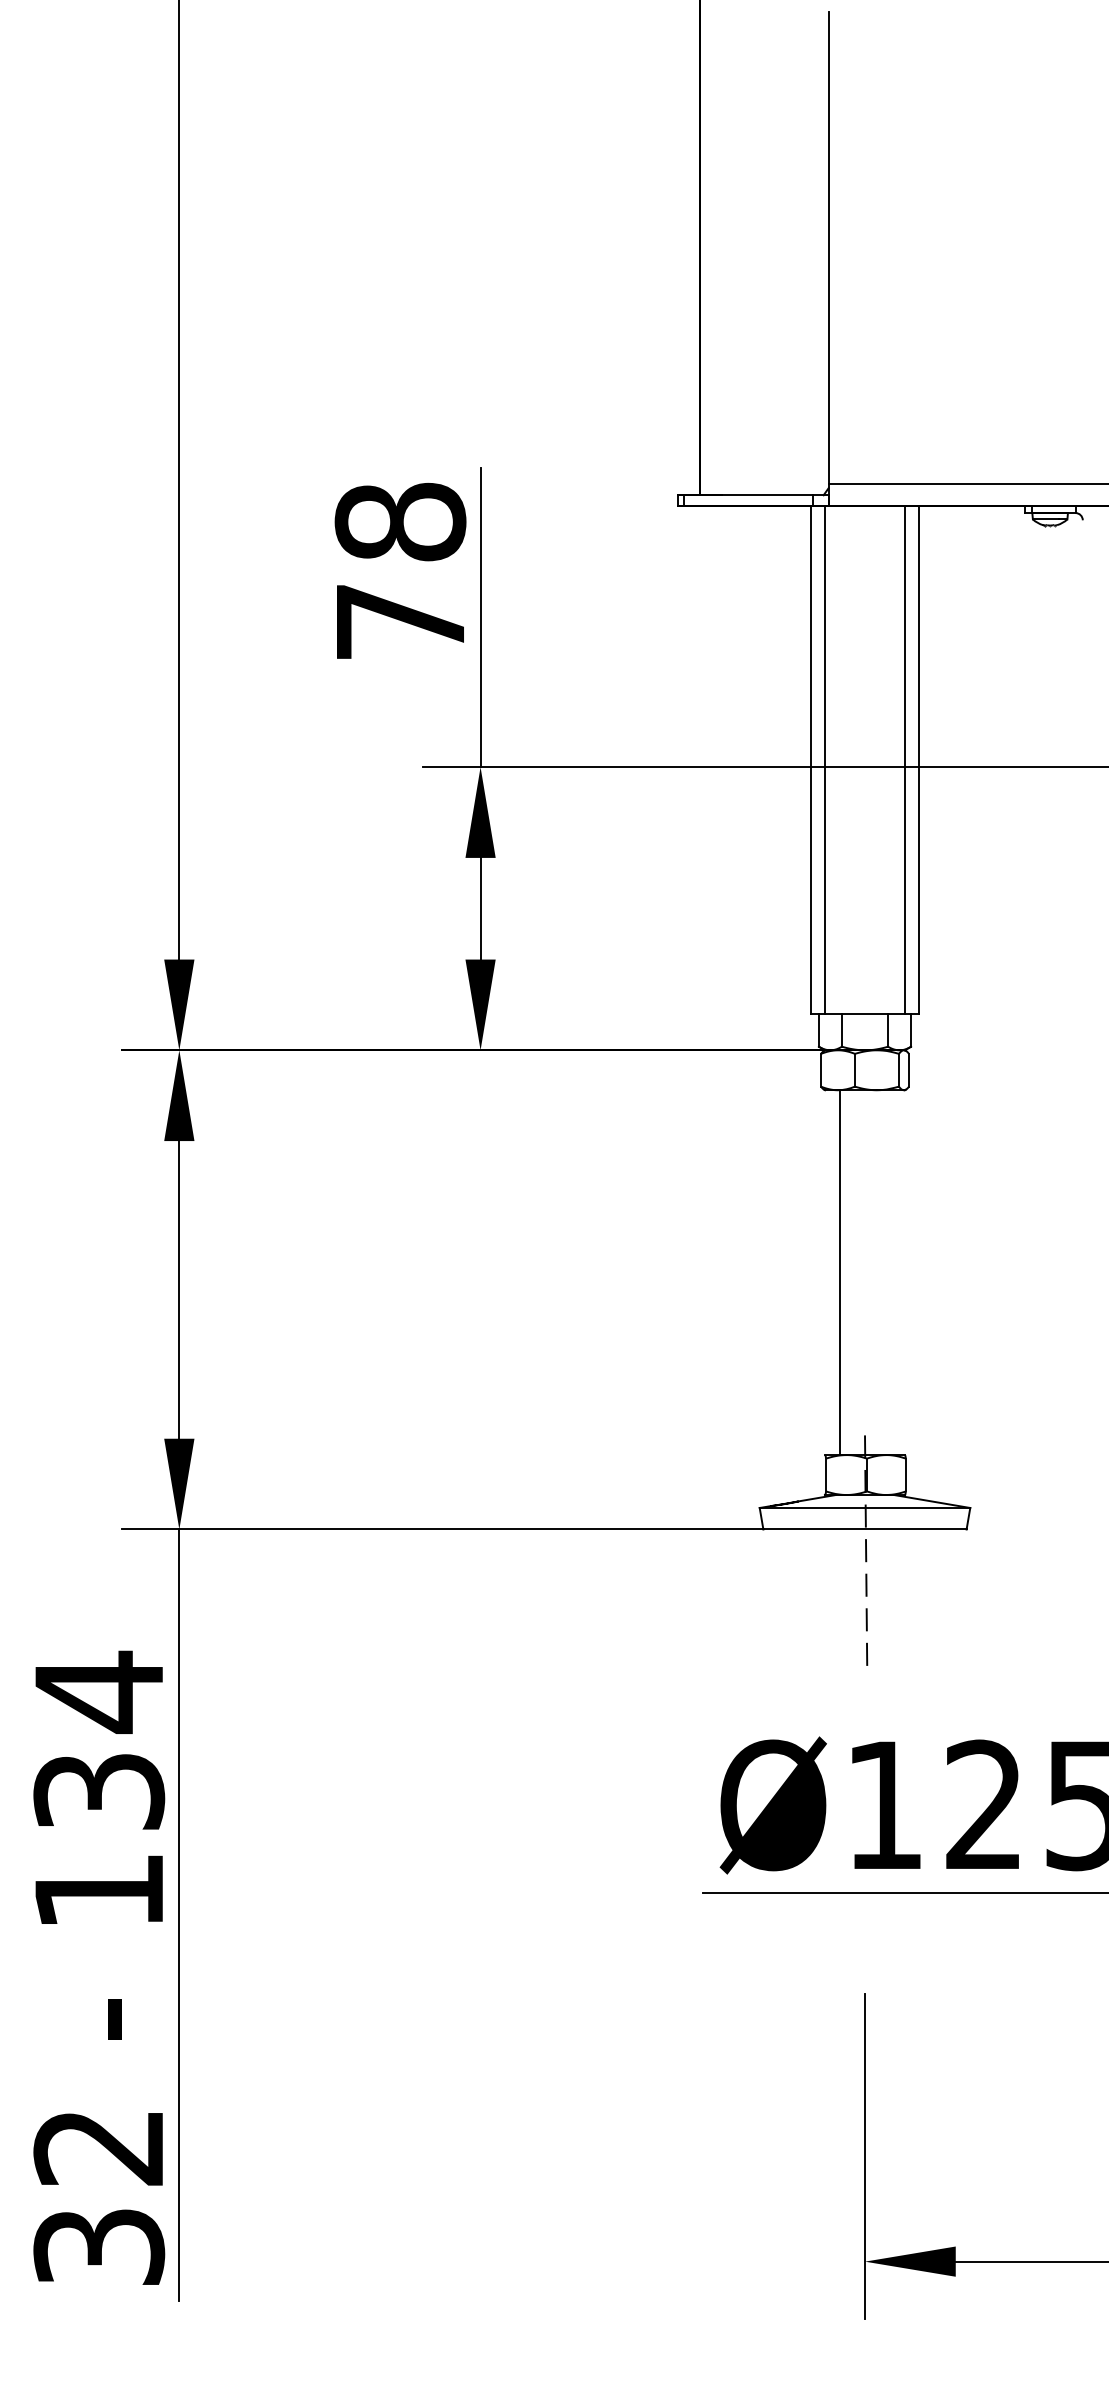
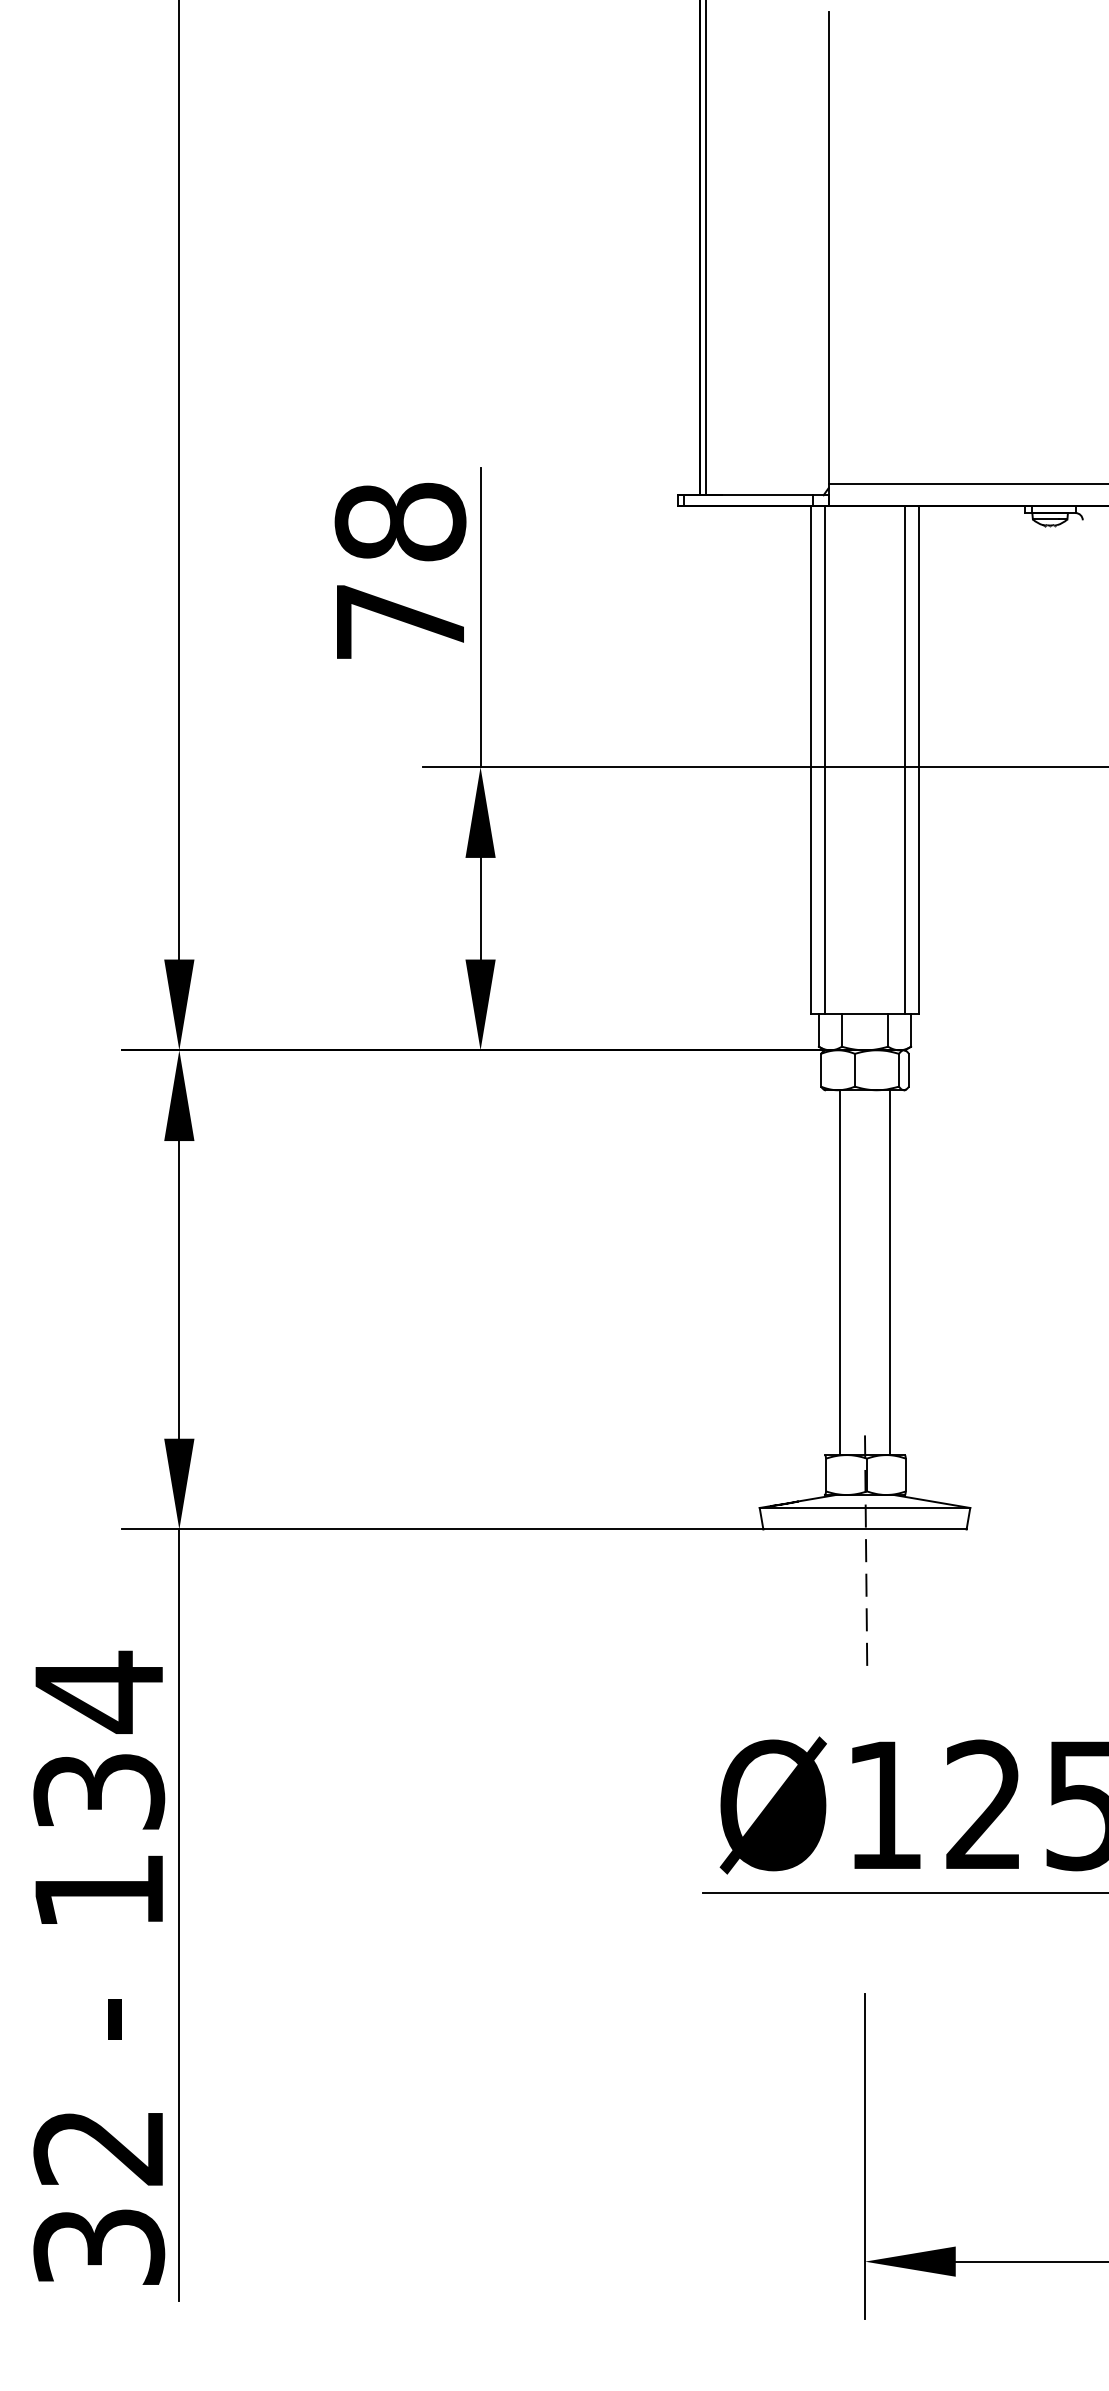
line at (706, 248): none -> present
line at (890, 1272): none -> present
